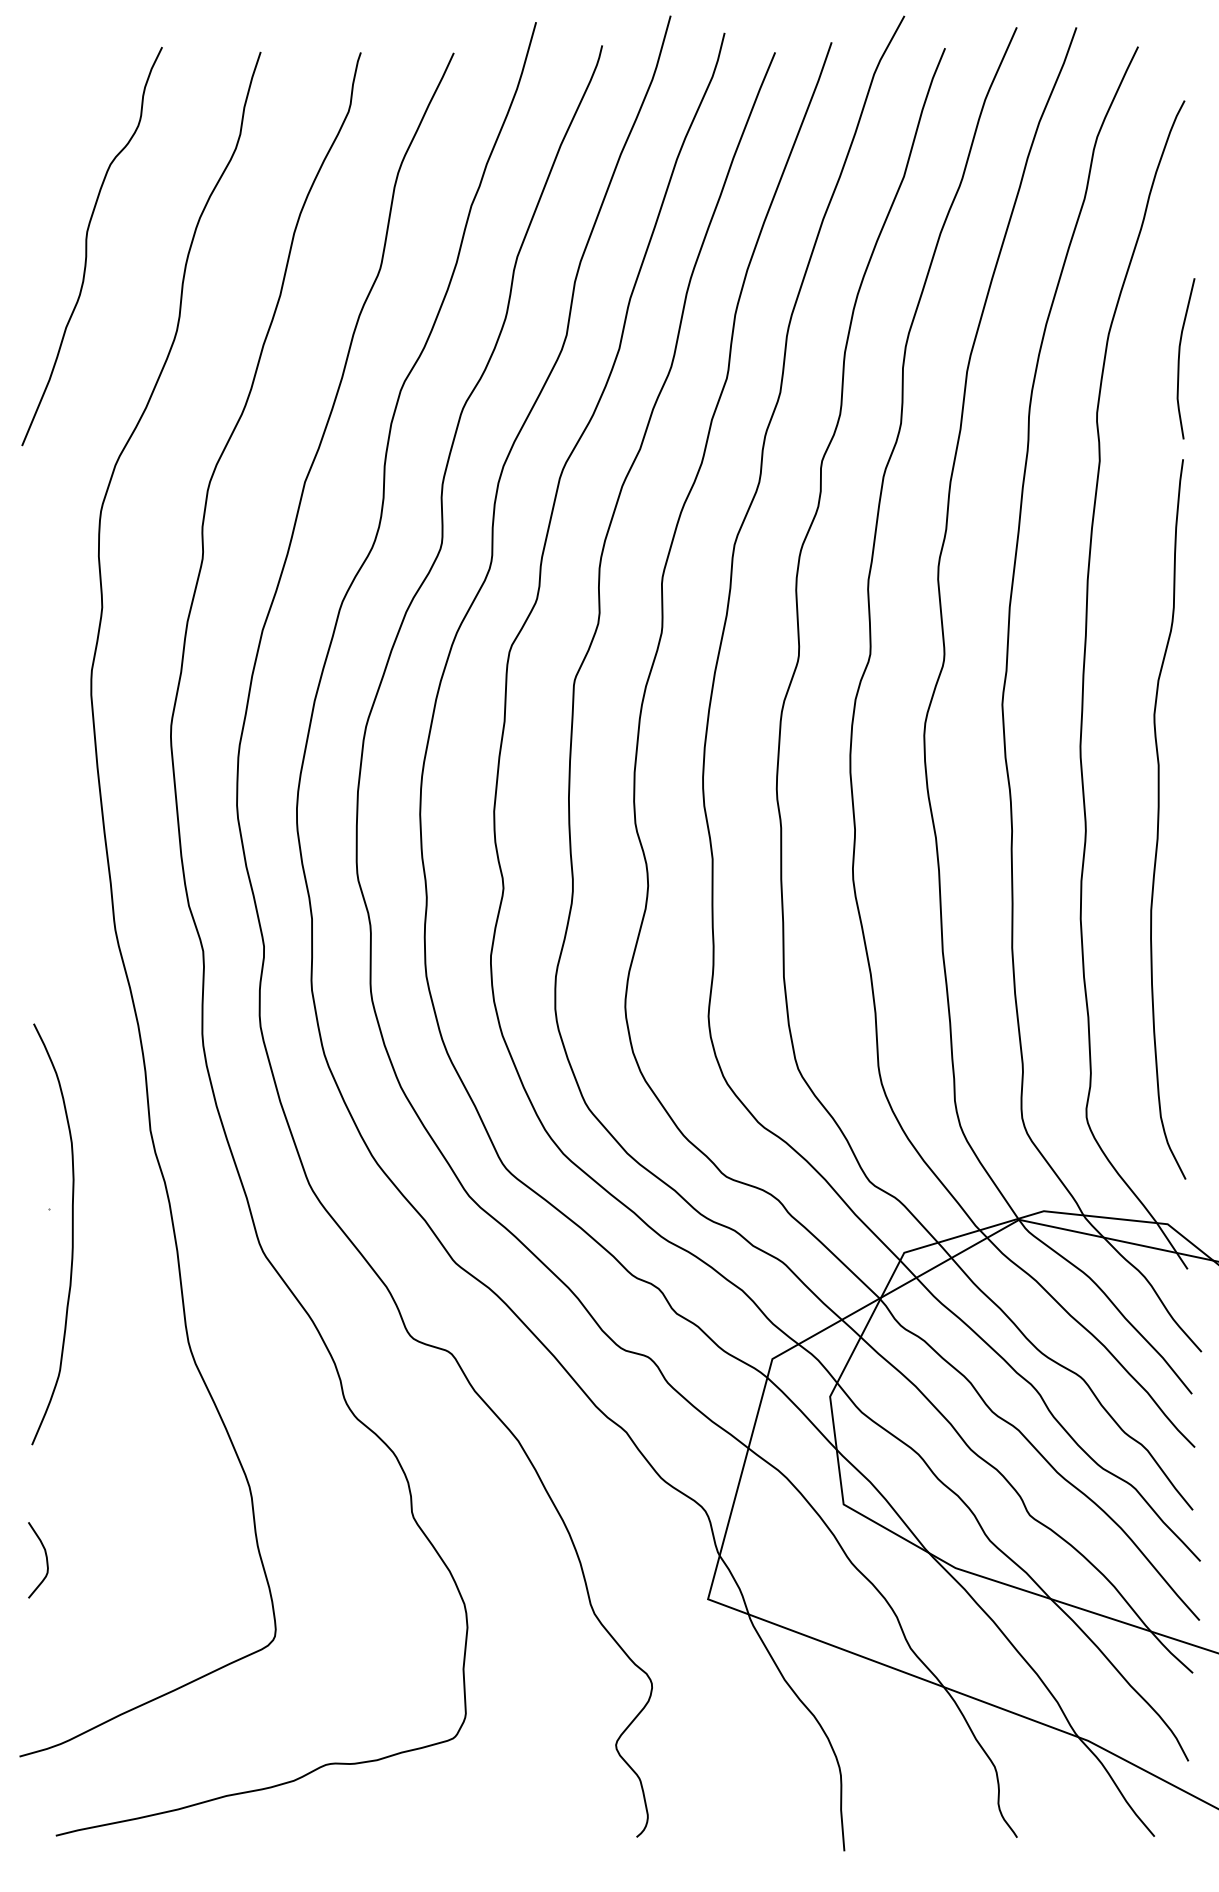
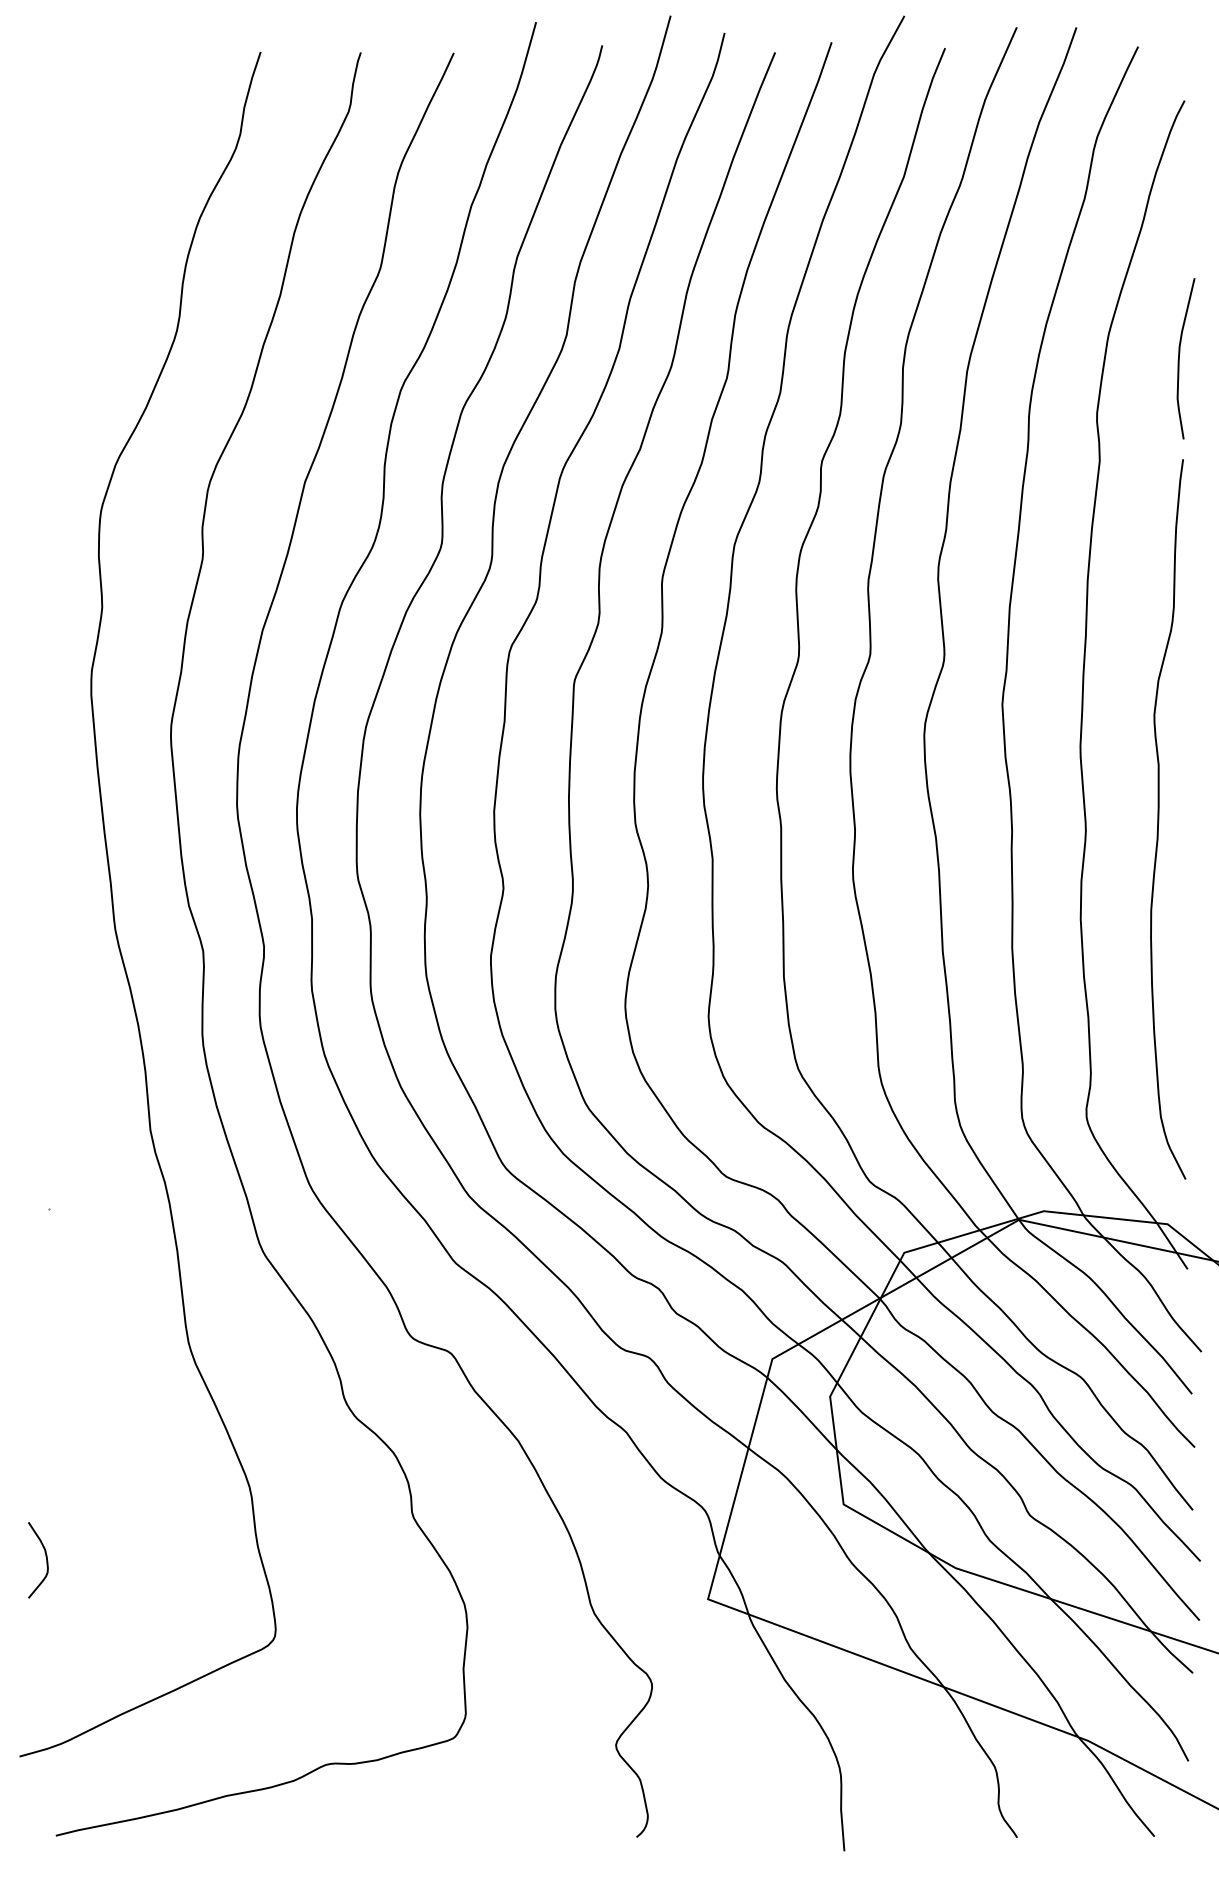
curve at (87, 246): present -> none
curve at (71, 1234): present -> none
